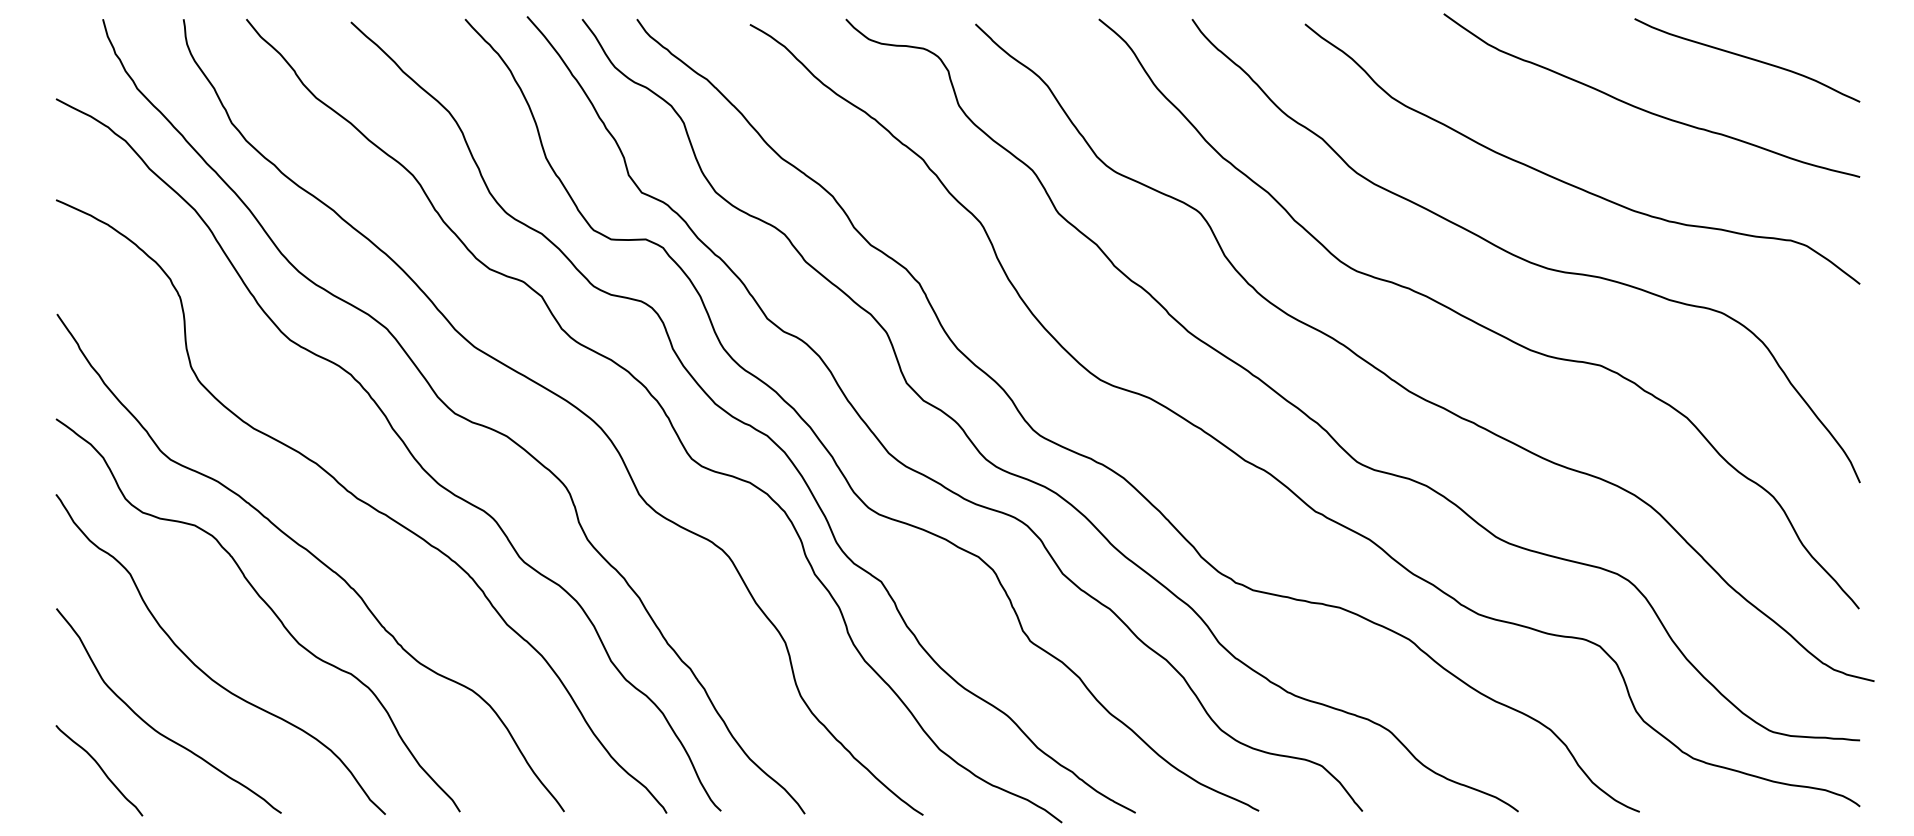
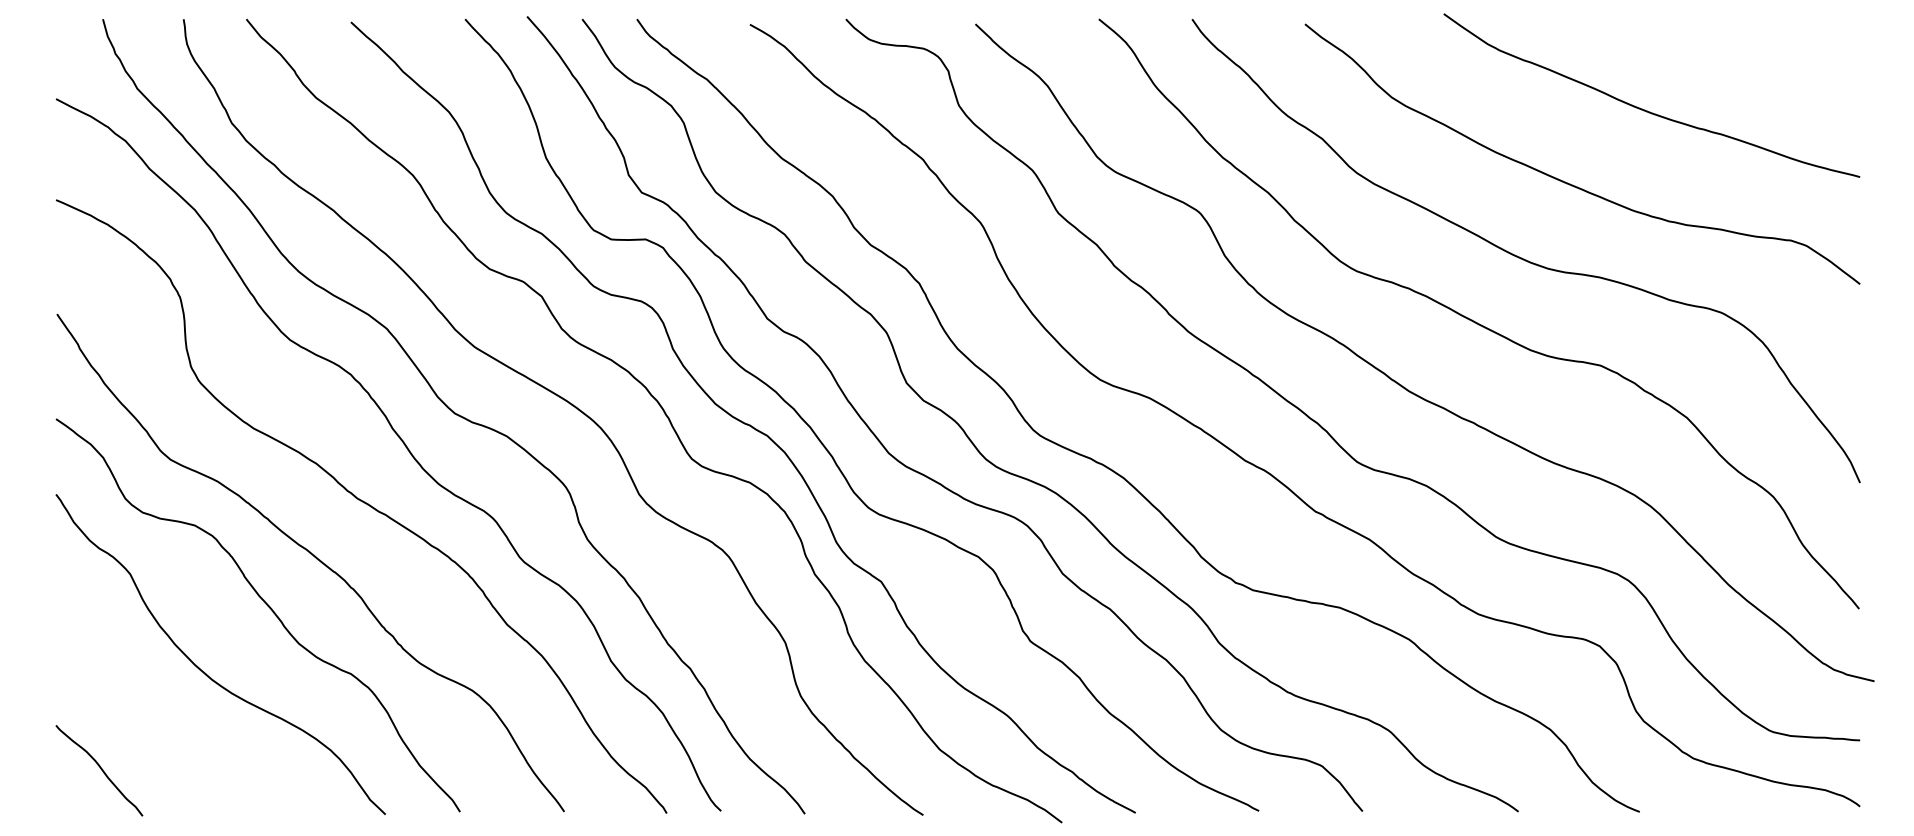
curve at (1747, 58): present -> none
curve at (153, 727): present -> none
